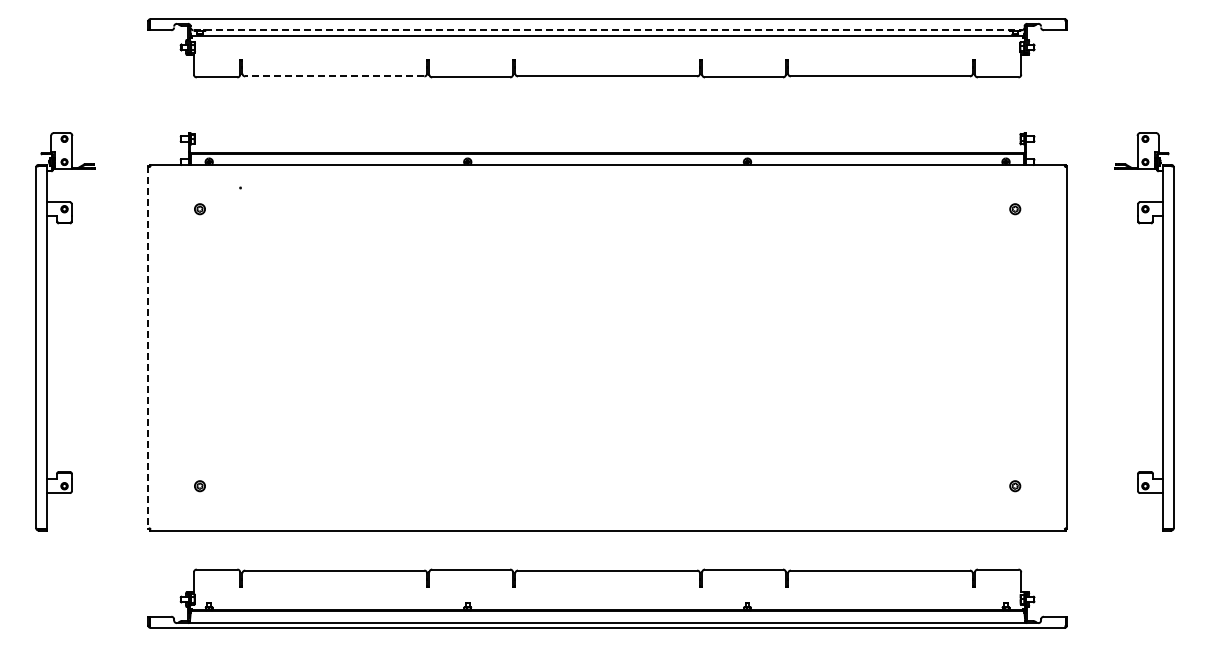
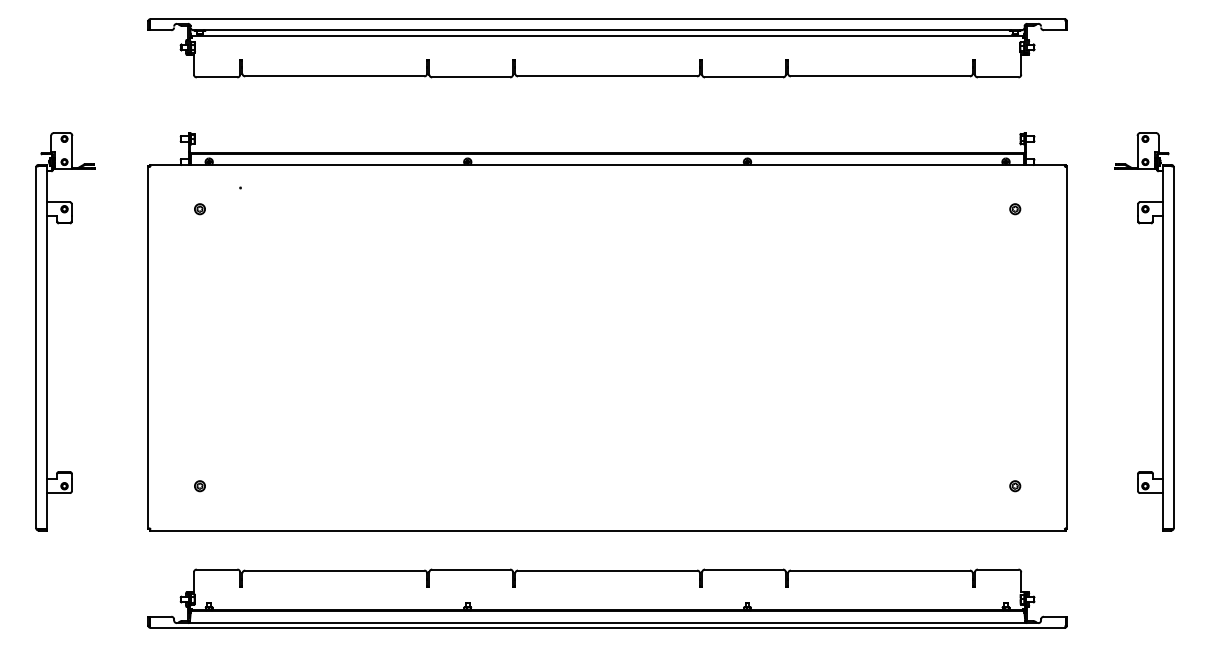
line at (608, 30): dashed -> solid
line at (334, 76): dashed -> solid
line at (148, 348): dashed -> solid
